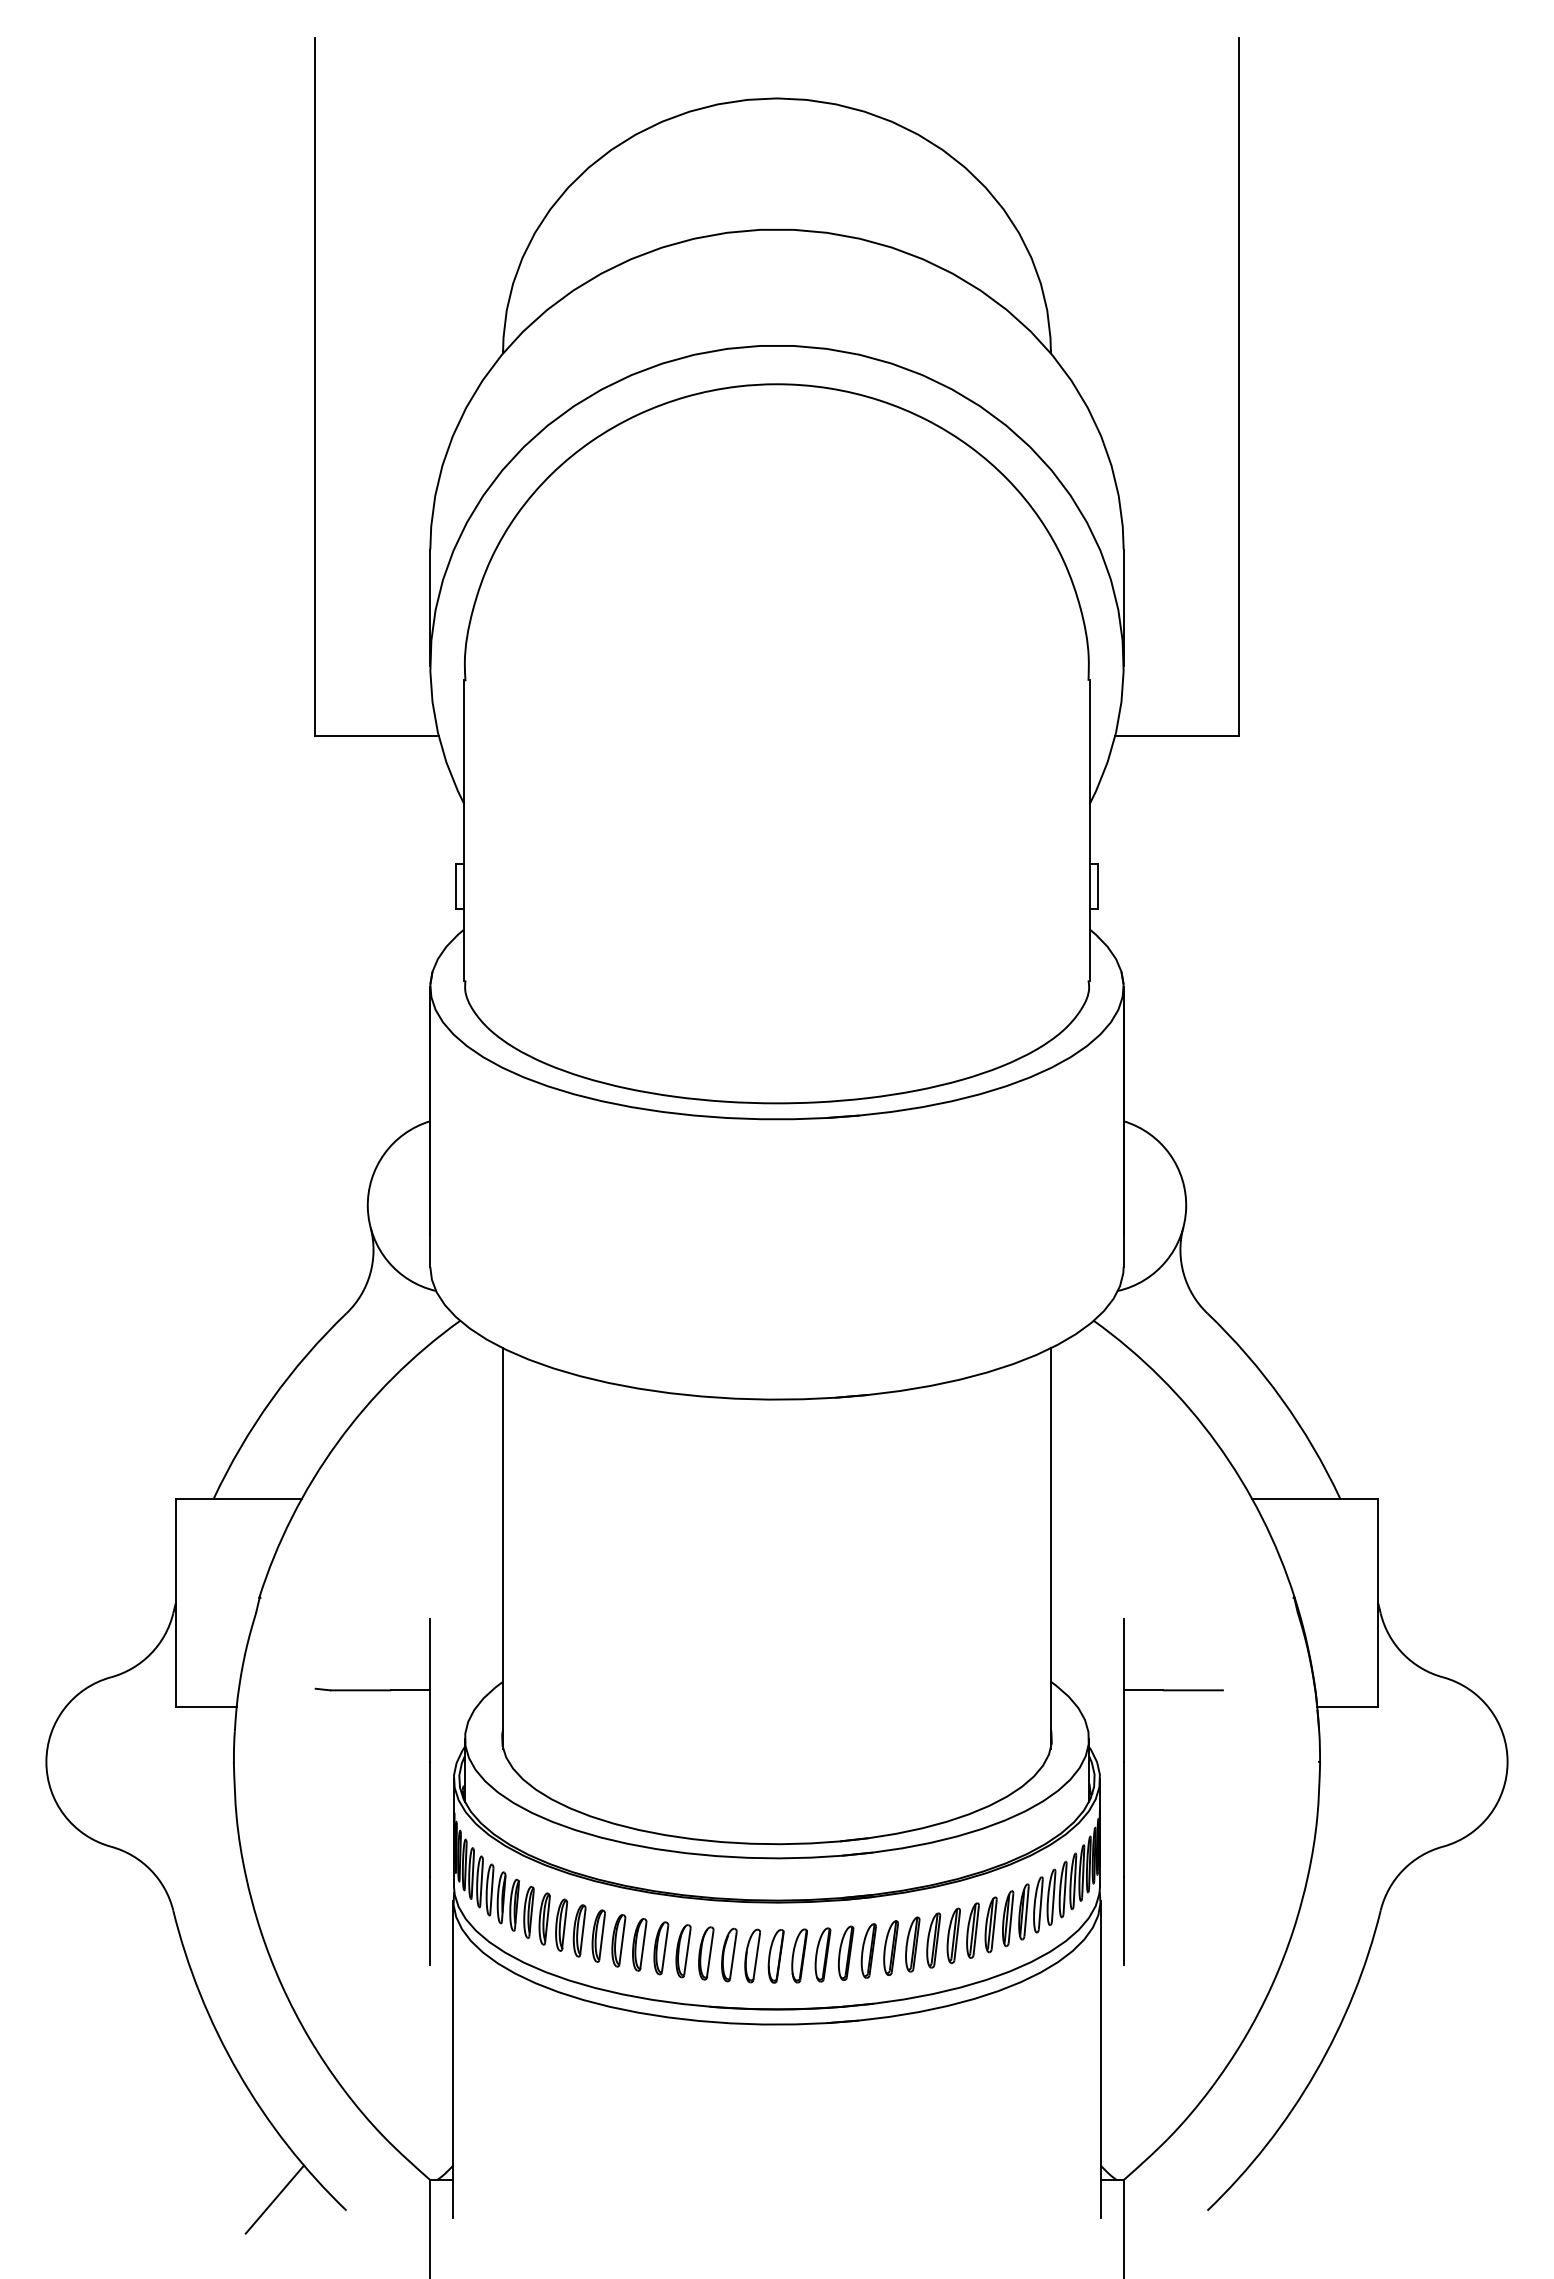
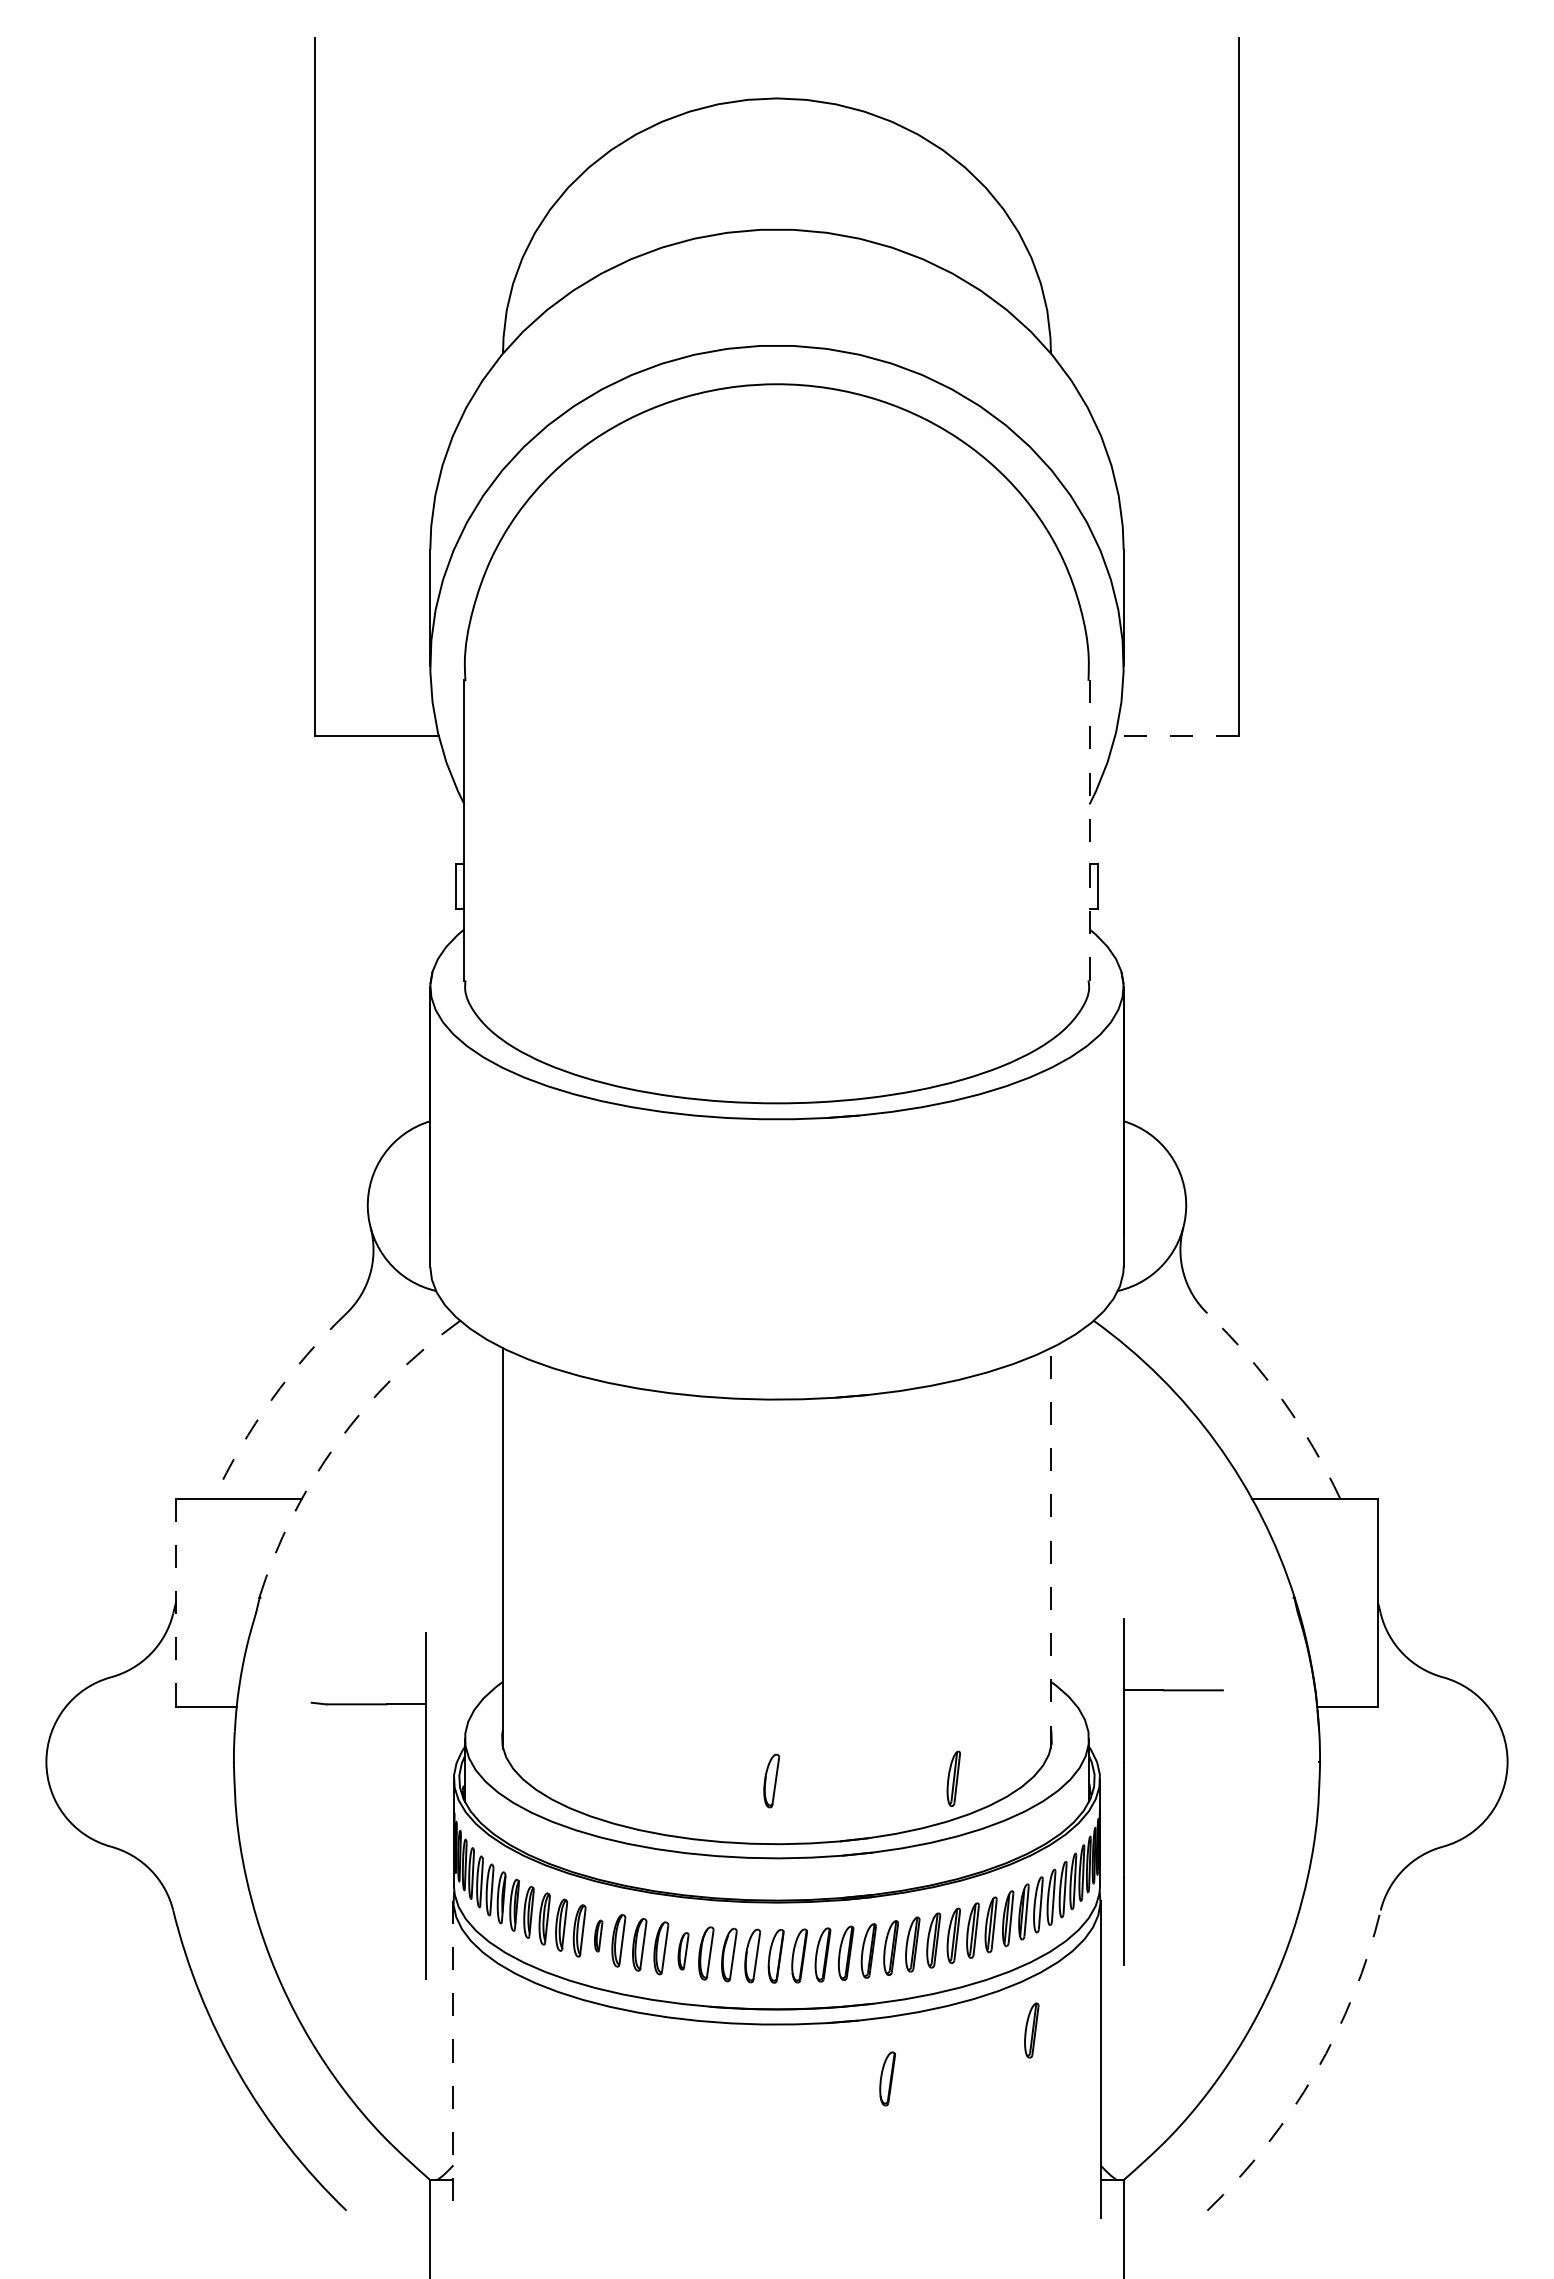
line at (1177, 735): solid -> dashed
line at (1089, 829): solid -> dashed
arc at (271, 1399): solid -> dashed
arc at (1282, 1399): solid -> dashed
arc at (337, 1443): solid -> dashed
line at (1050, 1547): solid -> dashed
line at (176, 1602): solid -> dashed
part at (953, 1778): none -> present
part at (771, 1780): none -> present
part at (429, 1791) position: (429, 1791) -> (425, 1805)
part at (598, 1935) size: 15x54 px -> 10x34 px
part at (683, 1951) size: 17x55 px -> 13x39 px
part at (1031, 2030): none -> present
line at (453, 2059): solid -> dashed
arc at (1315, 2072): solid -> dashed
part at (887, 2078): none -> present
line at (274, 2199): present -> none
